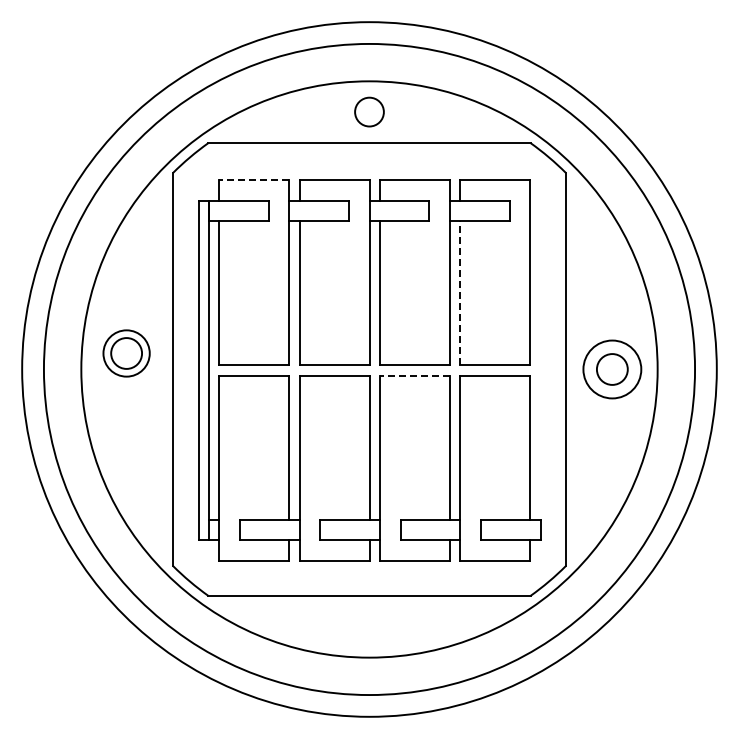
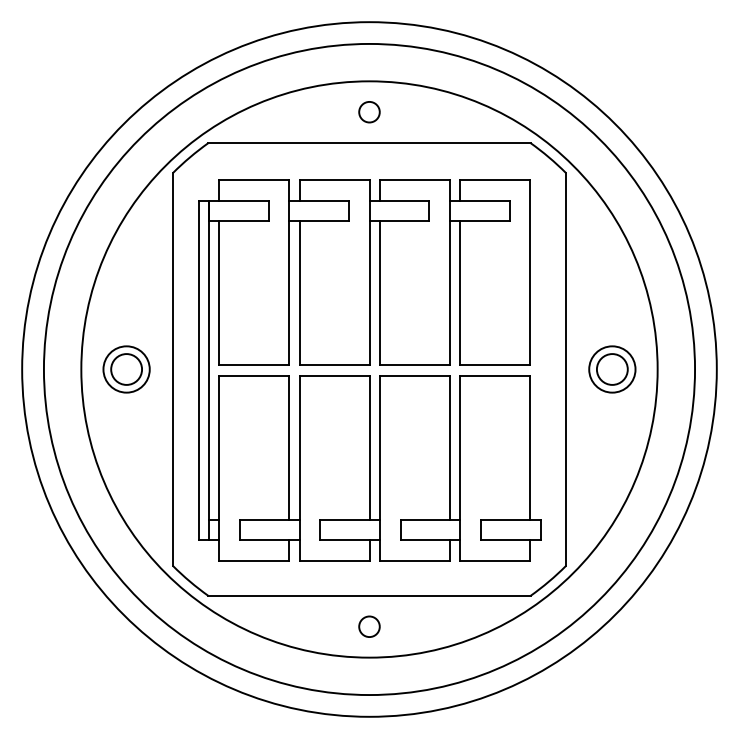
circle at (369, 111) size: 31x32 px -> 23x23 px
line at (254, 180): dashed -> solid
line at (460, 292): dashed -> solid
part at (126, 353) position: (126, 353) -> (126, 369)
circle at (612, 369) diameter: 58 px -> 46 px
line at (414, 375): dashed -> solid
circle at (369, 626): none -> present
